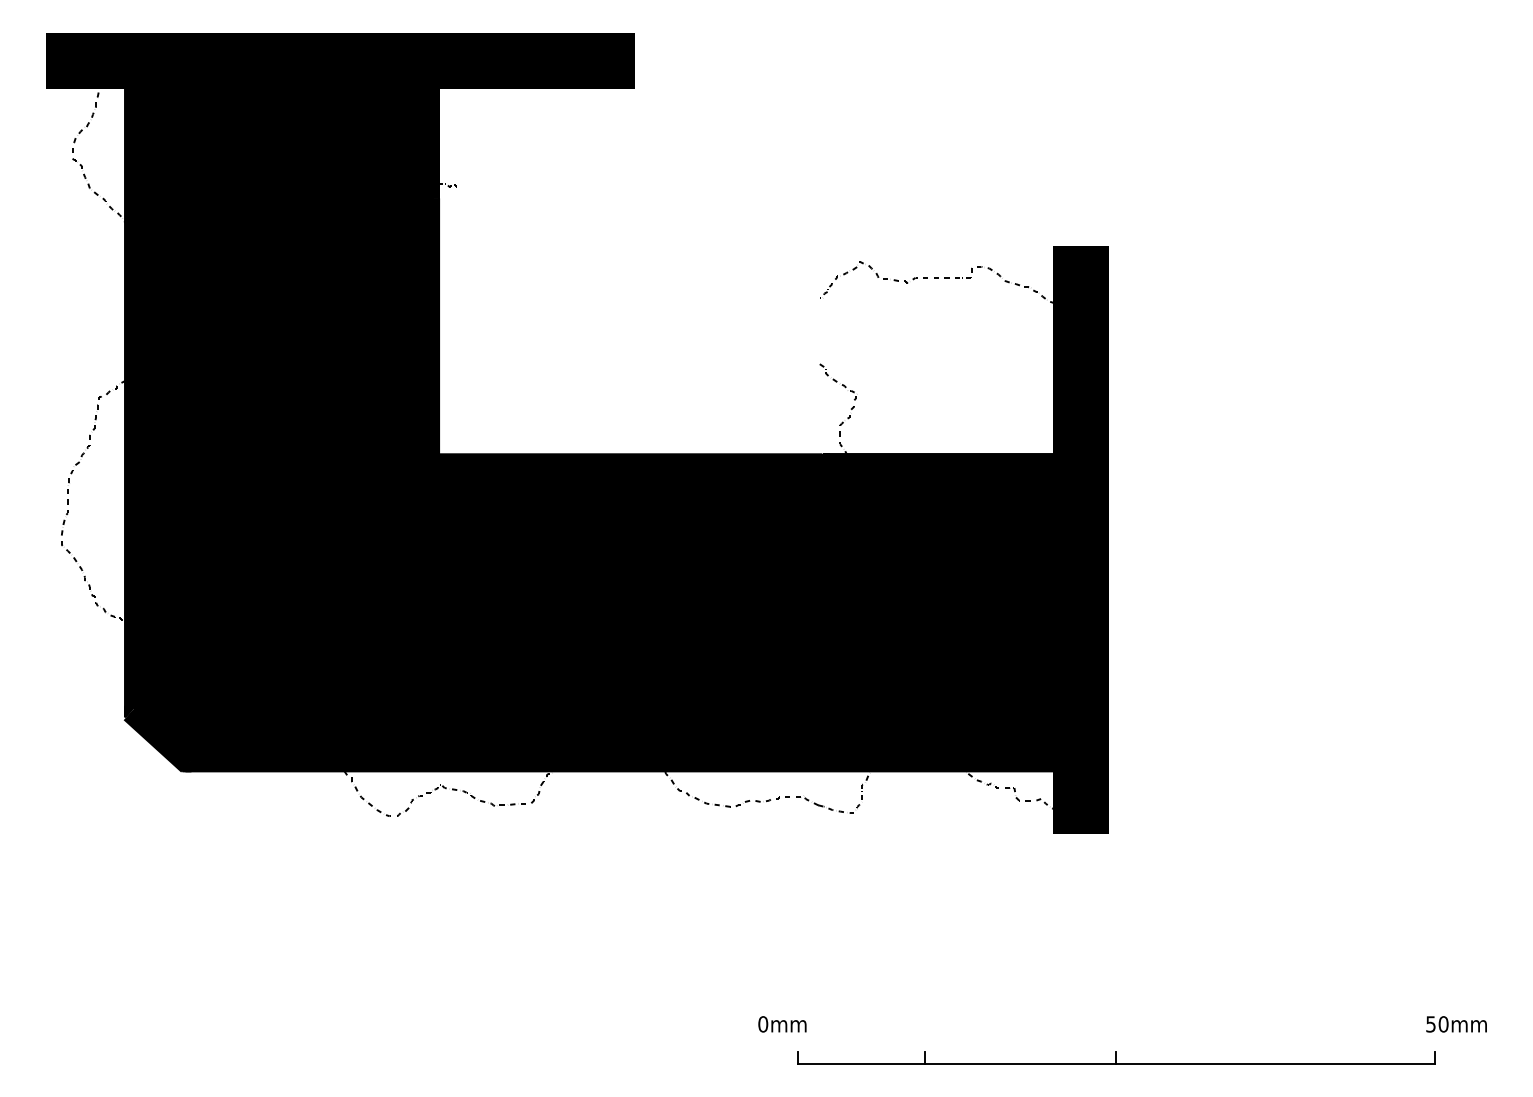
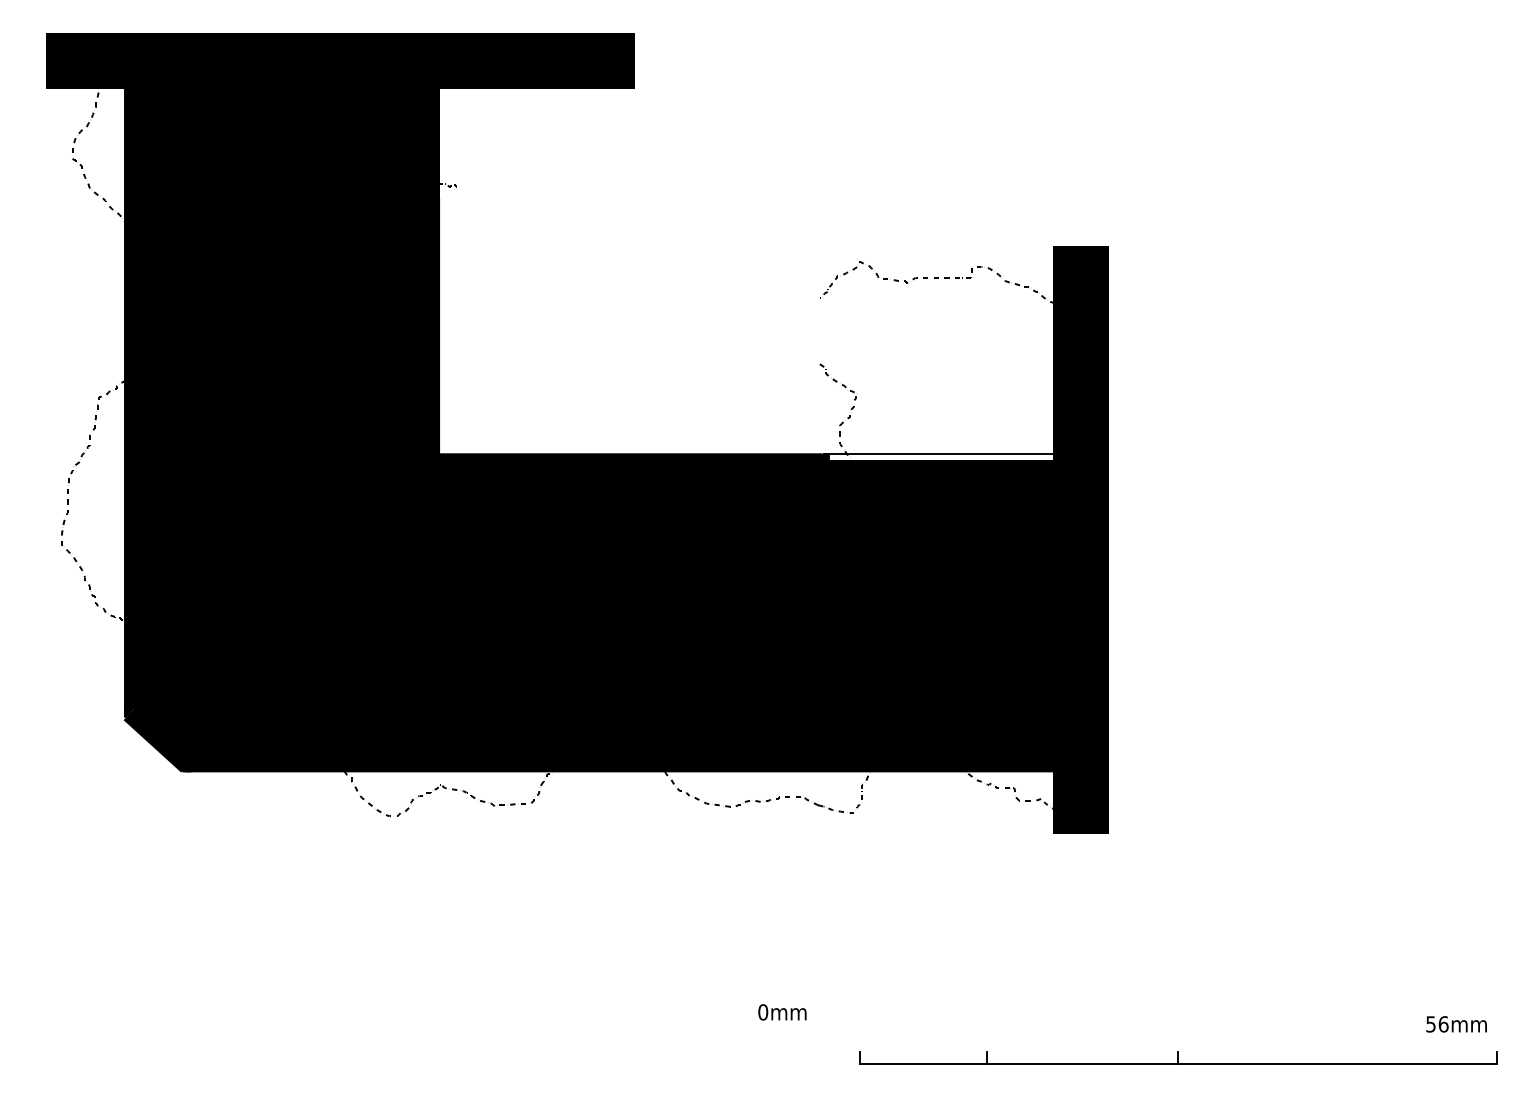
fill at (940, 457): present -> none
text at (782, 1024) position: (782, 1024) -> (782, 1012)
text at (1443, 1024): 50mm -> 56mm
part at (1116, 1057) position: (1116, 1057) -> (1178, 1057)
